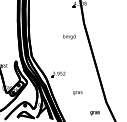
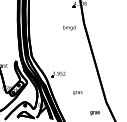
text at (69, 36) position: (69, 36) -> (69, 27)
